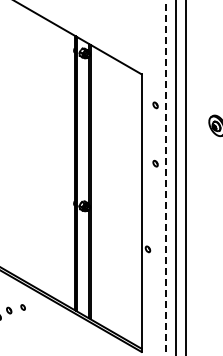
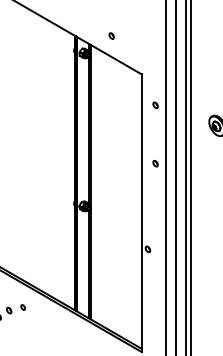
part at (111, 35): none -> present
line at (166, 177): dashed -> solid
line at (190, 177): none -> present
